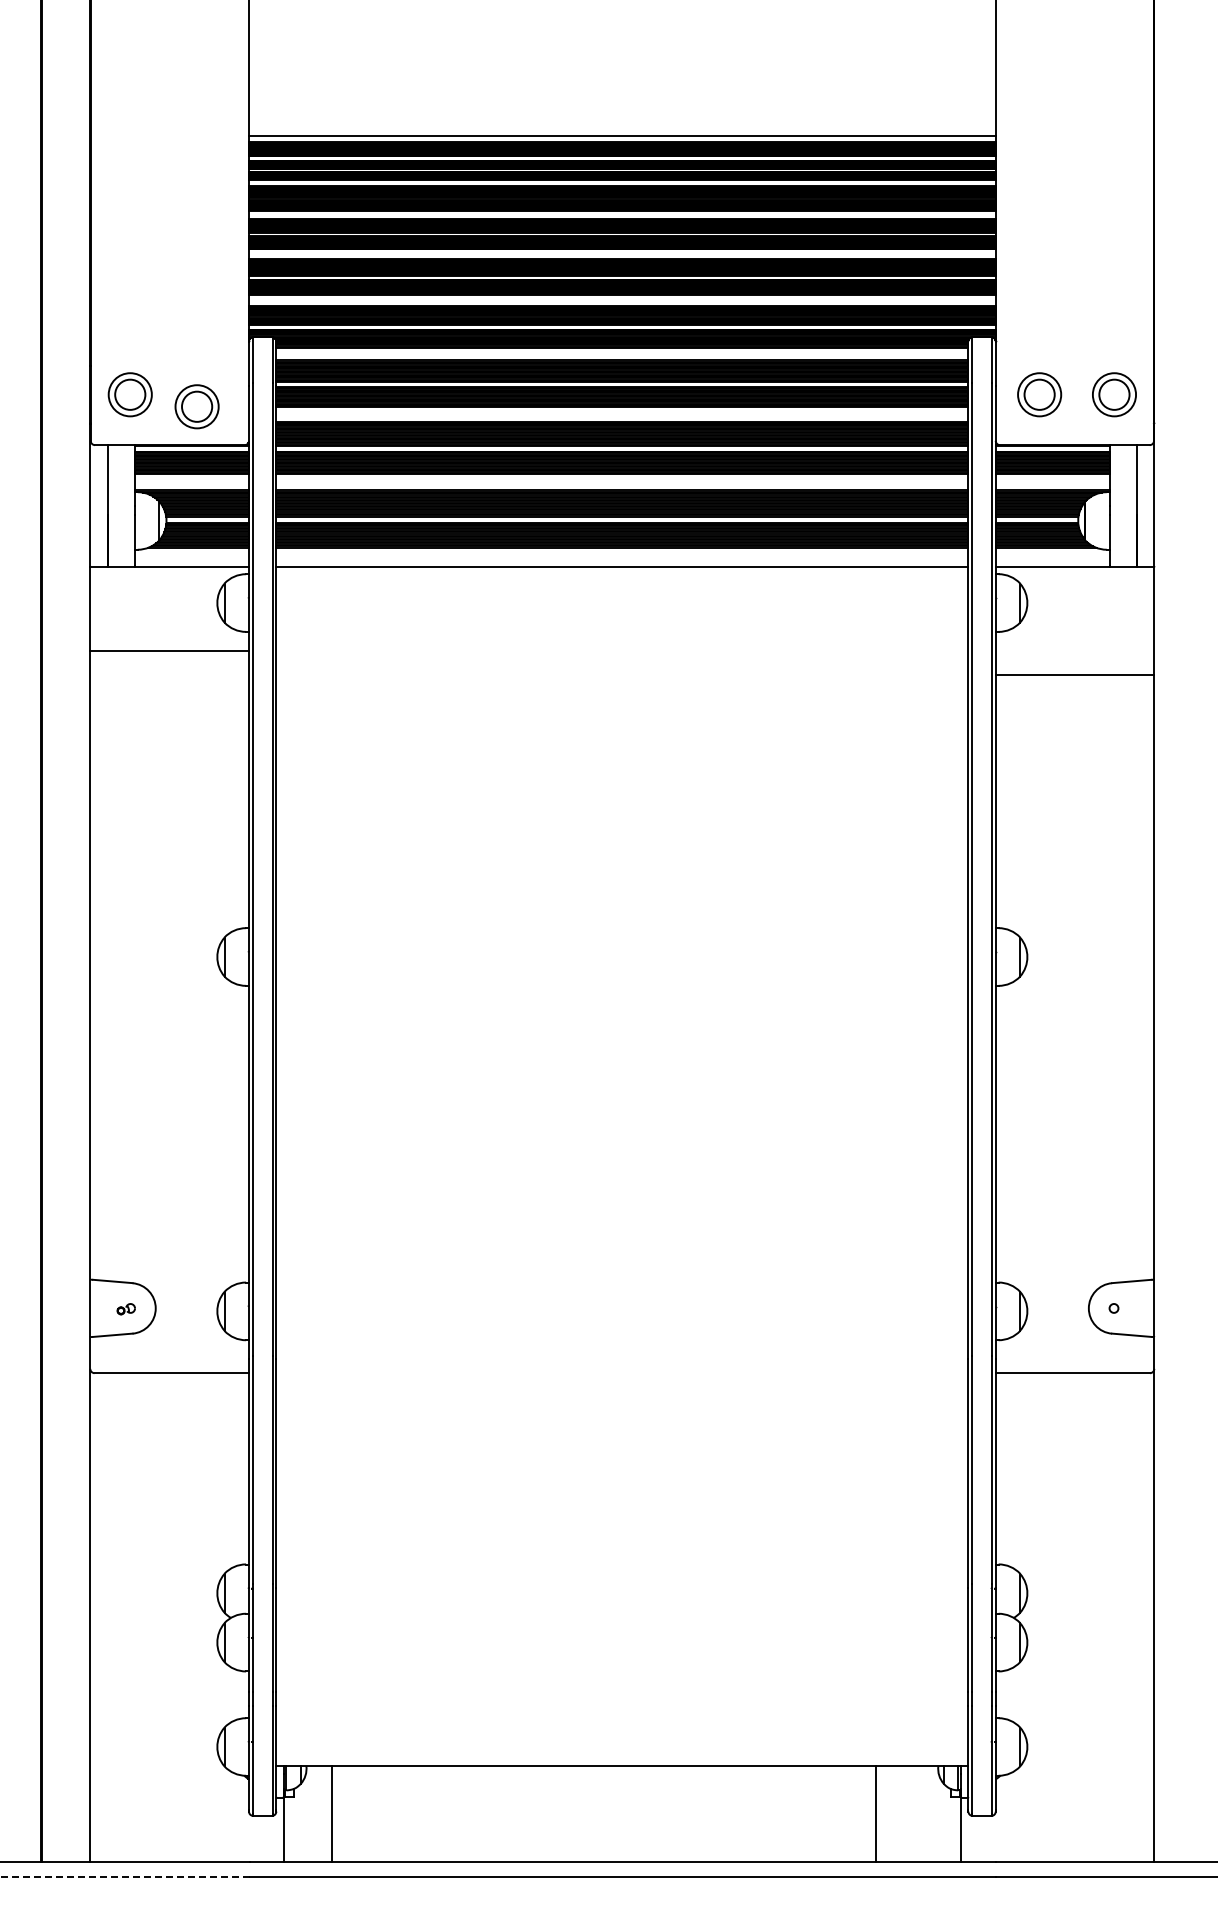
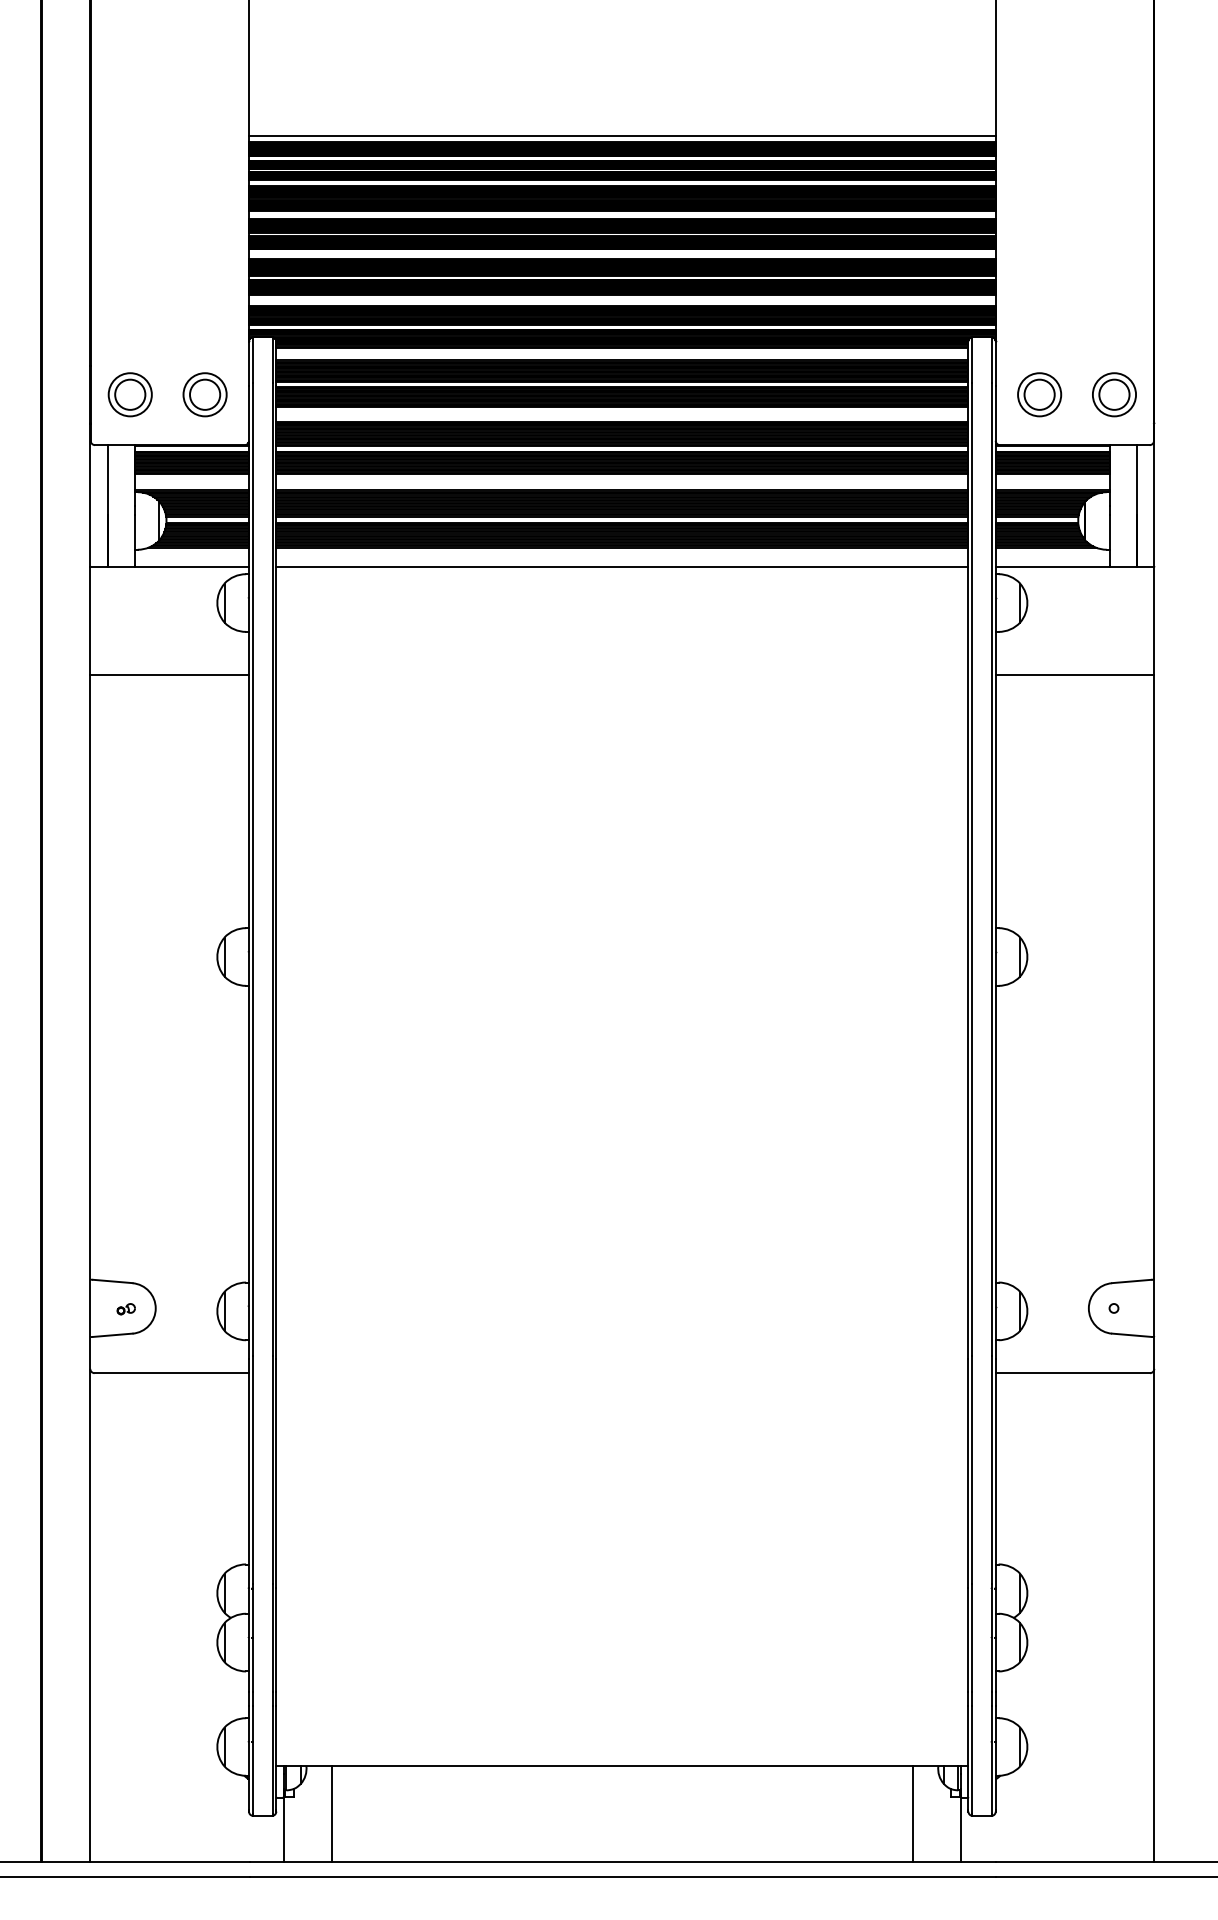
part at (196, 406) position: (196, 406) -> (204, 394)
line at (169, 651) position: (169, 651) -> (169, 675)
line at (875, 1813) position: (875, 1813) -> (912, 1813)
line at (125, 1876): dashed -> solid
